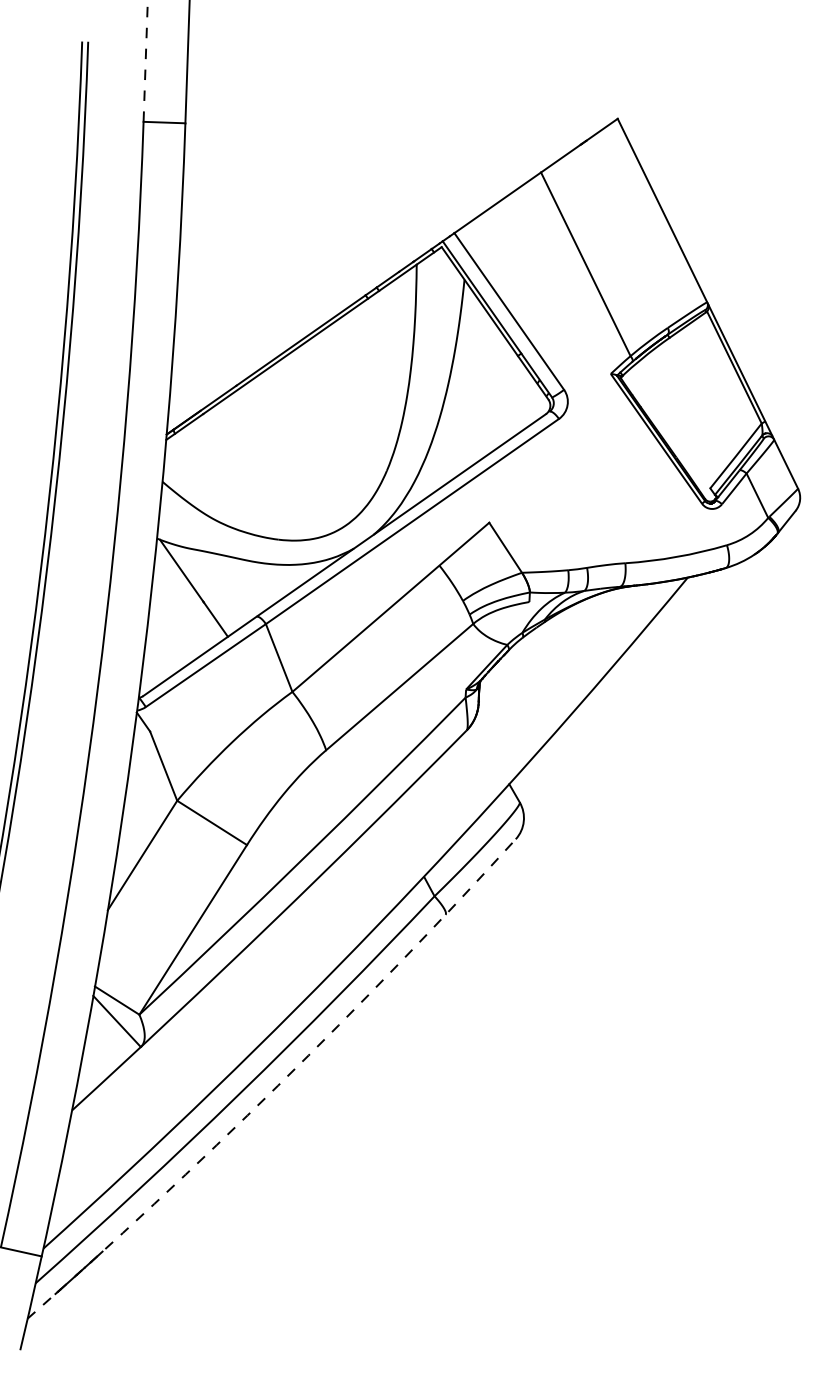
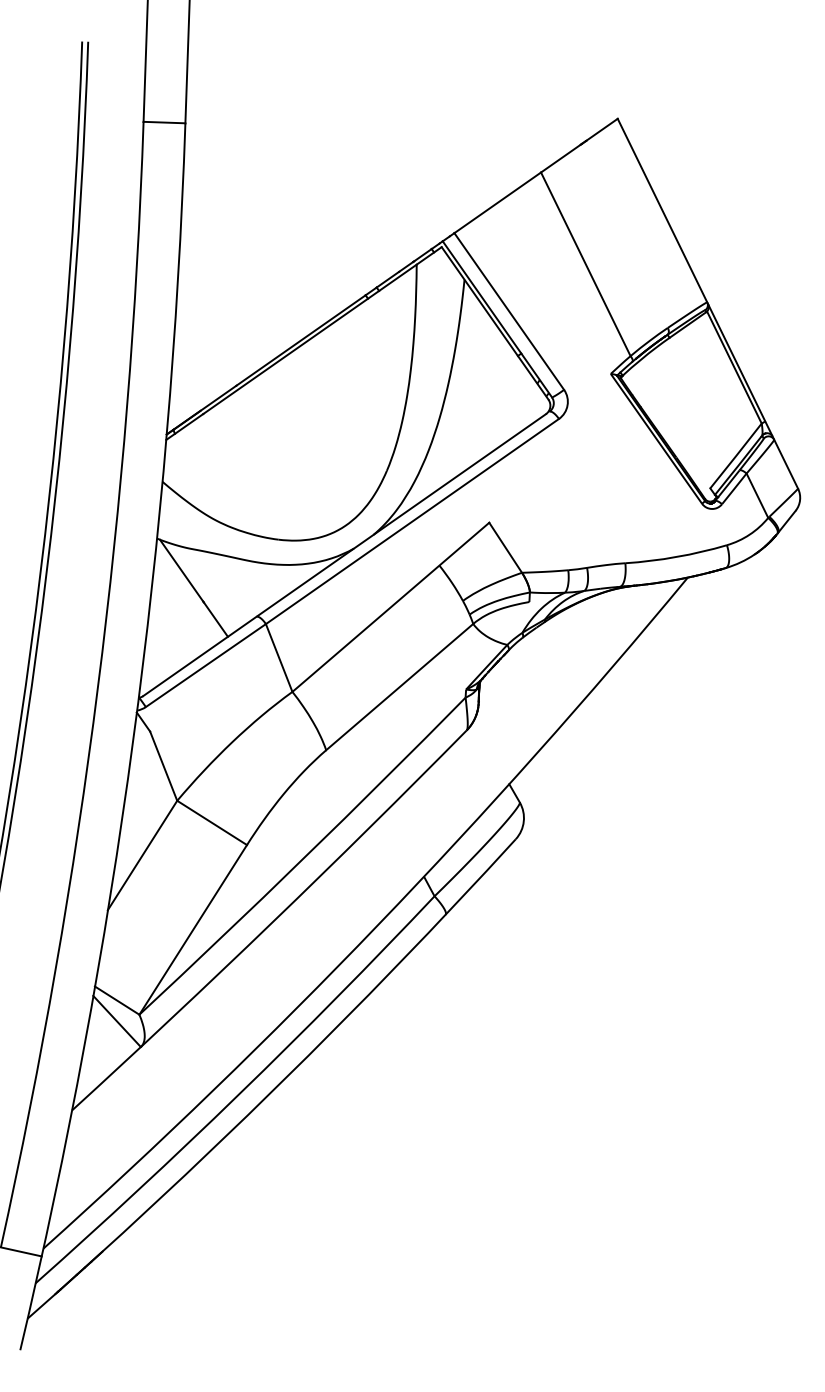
line at (145, 60): dashed -> solid
arc at (278, 1085): dashed -> solid
